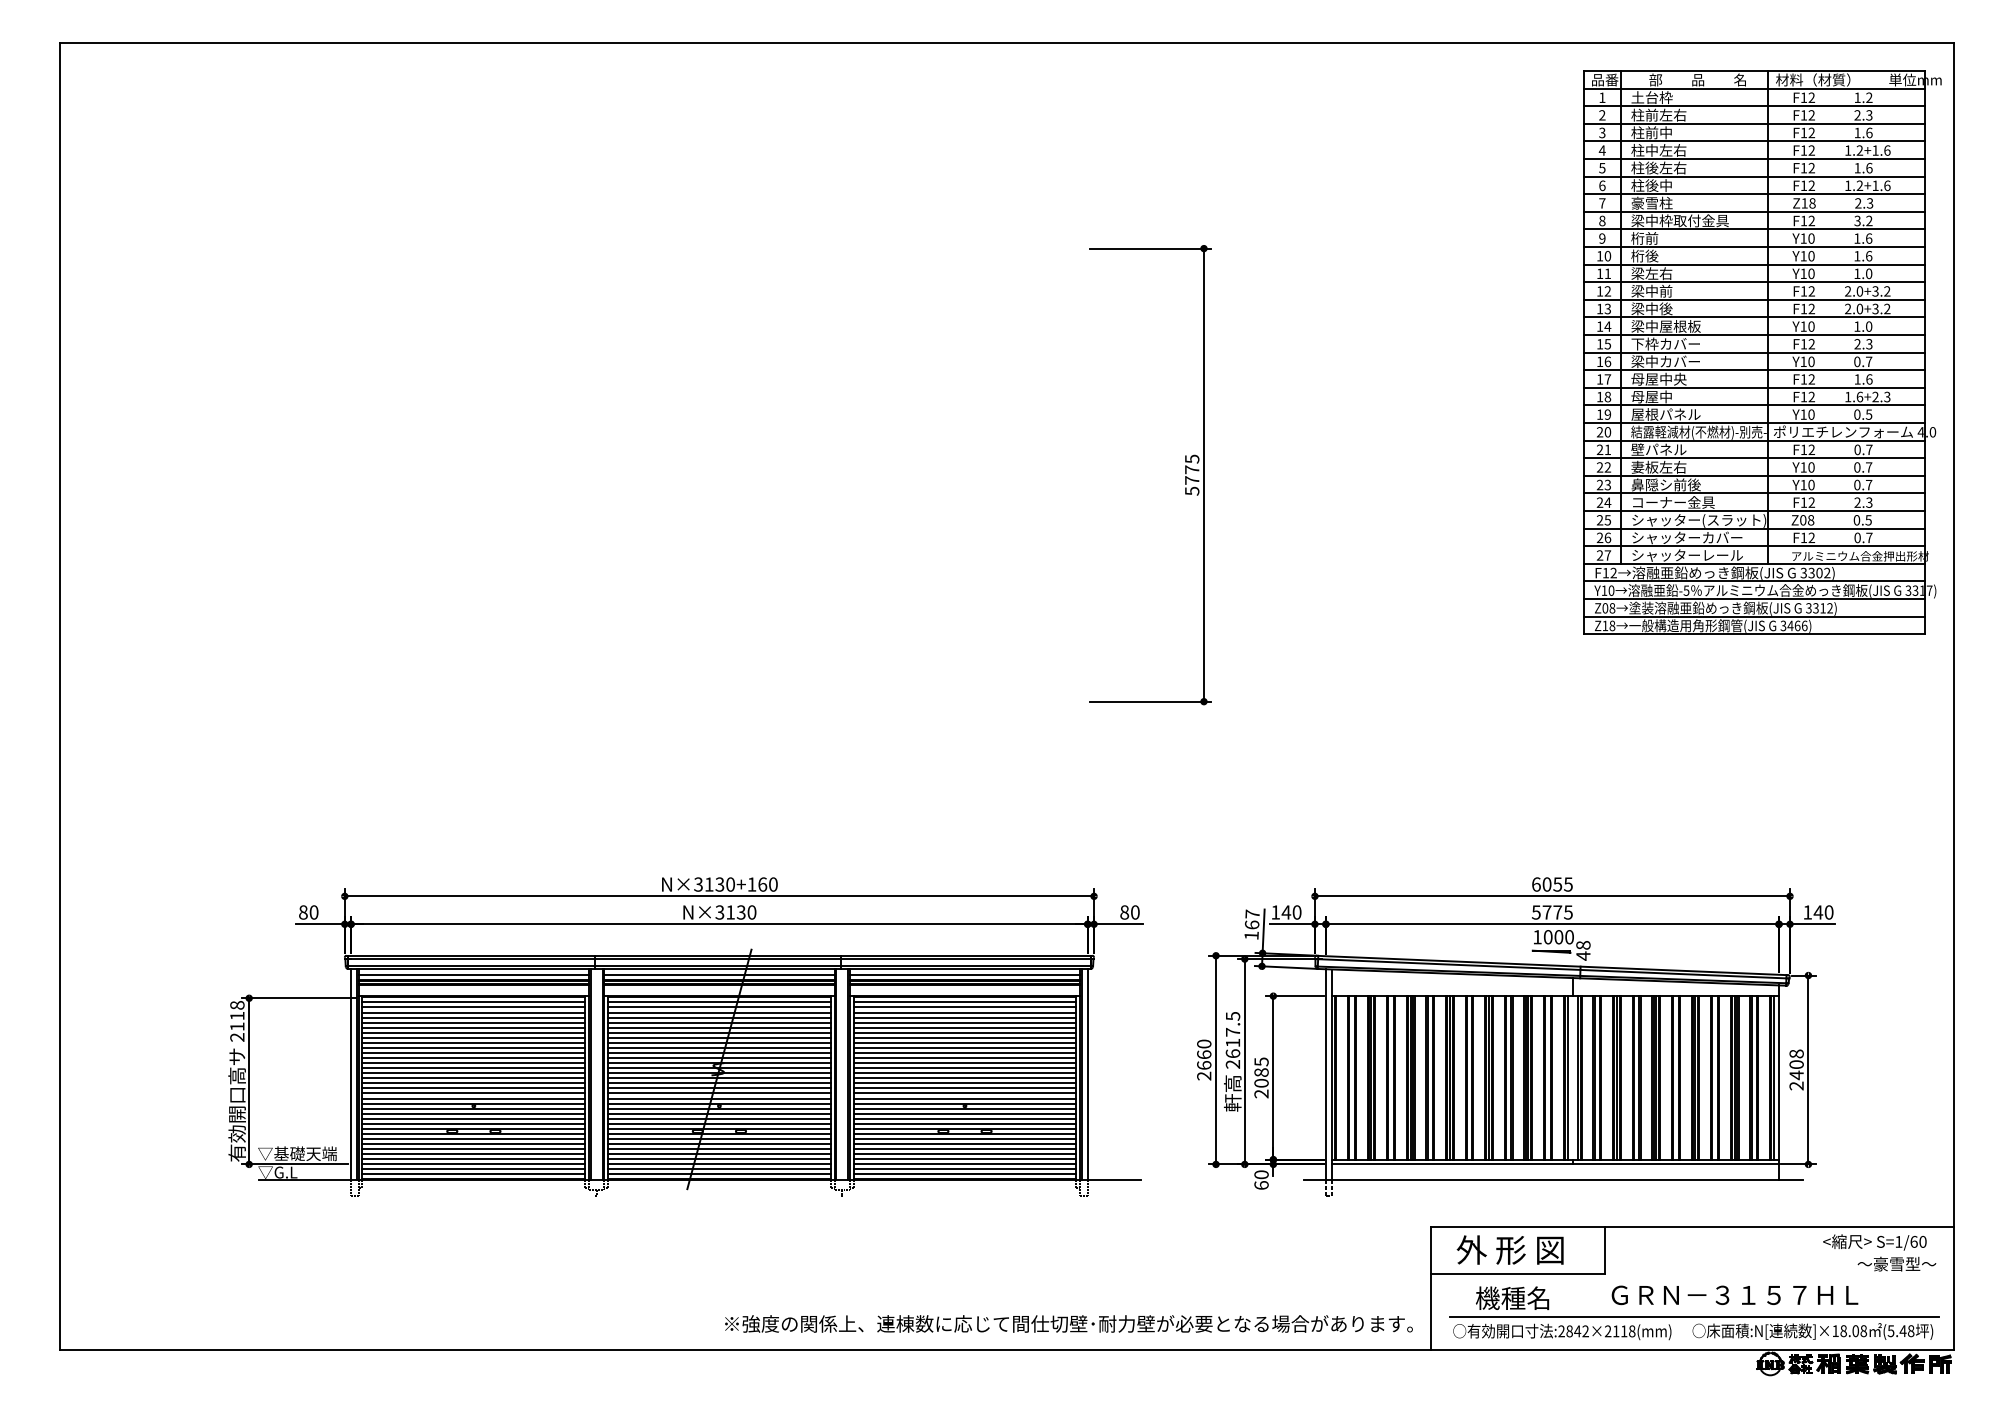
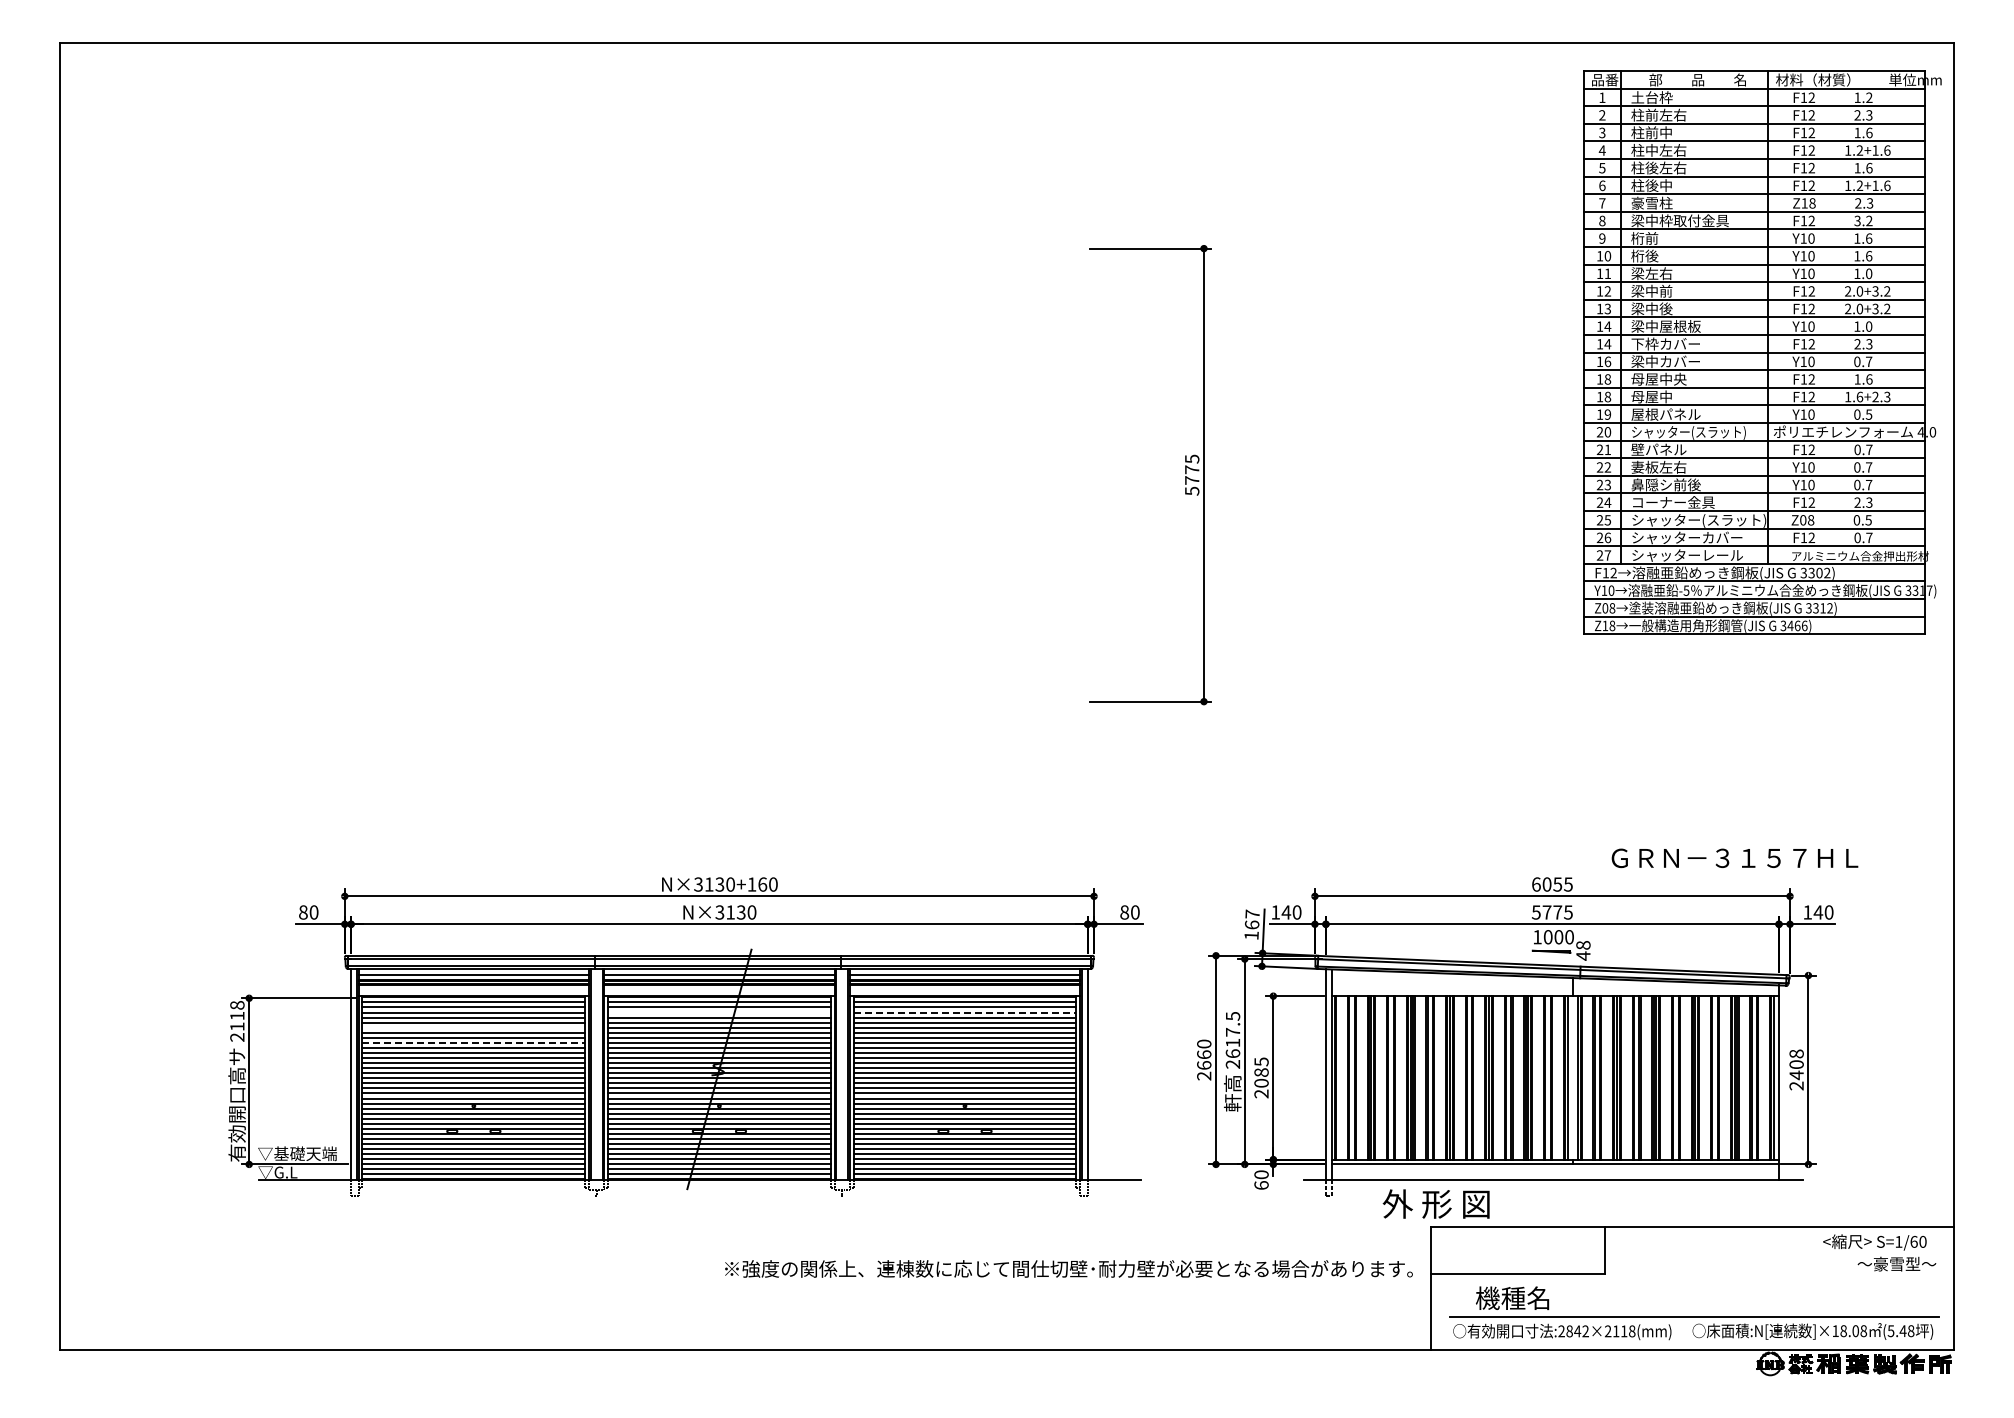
text at (1607, 344): 15 -> 14
text at (1607, 379): 17 -> 18
text at (1698, 432): 結露軽減材(不燃材)-別売- -> シャッター(スラット)
line at (718, 1012): present -> none
line at (965, 1012): solid -> dashed
line at (473, 1027): present -> none
line at (474, 1042): solid -> dashed
text at (1509, 1249) position: (1509, 1249) -> (1435, 1203)
text at (1734, 1295) position: (1734, 1295) -> (1734, 858)
text at (1068, 1323) position: (1068, 1323) -> (1068, 1268)
